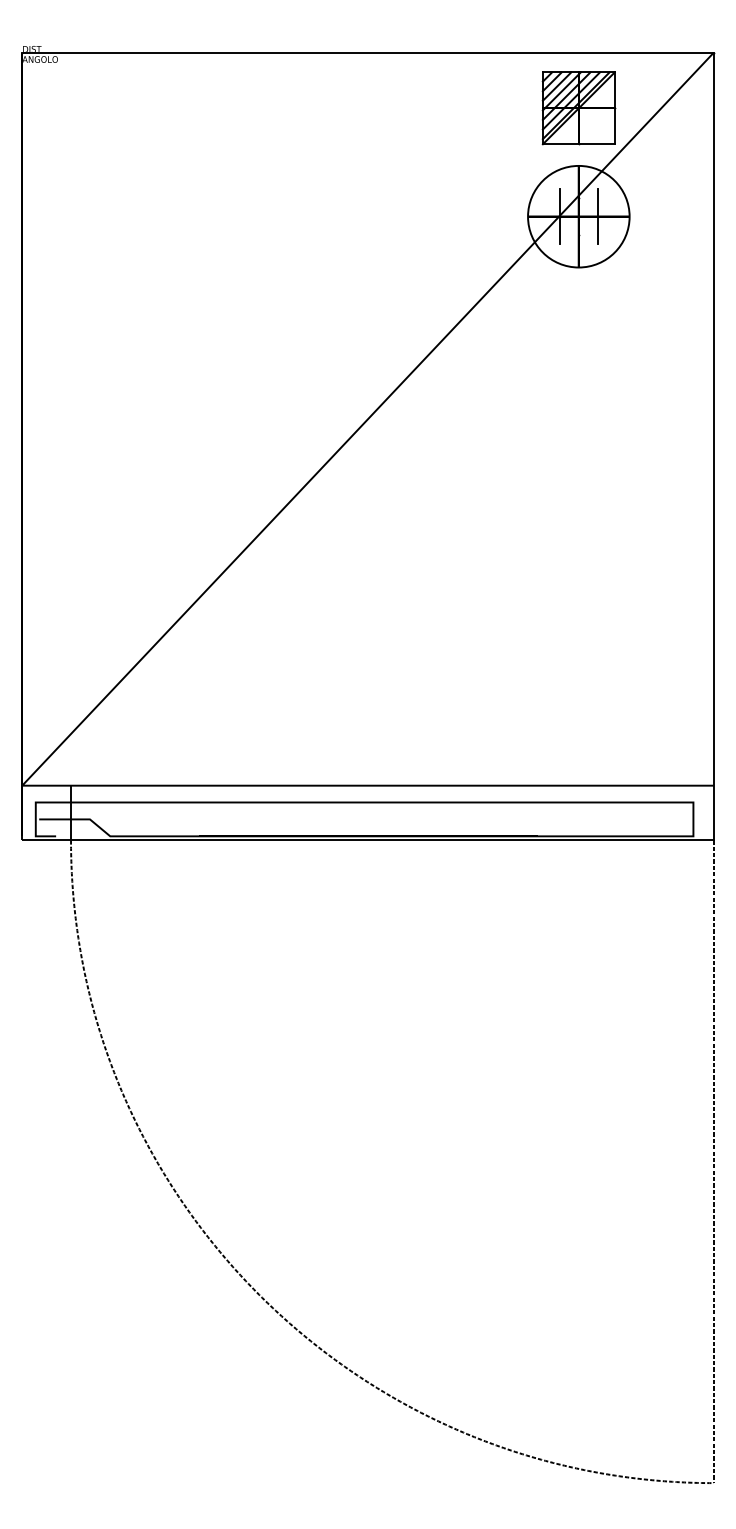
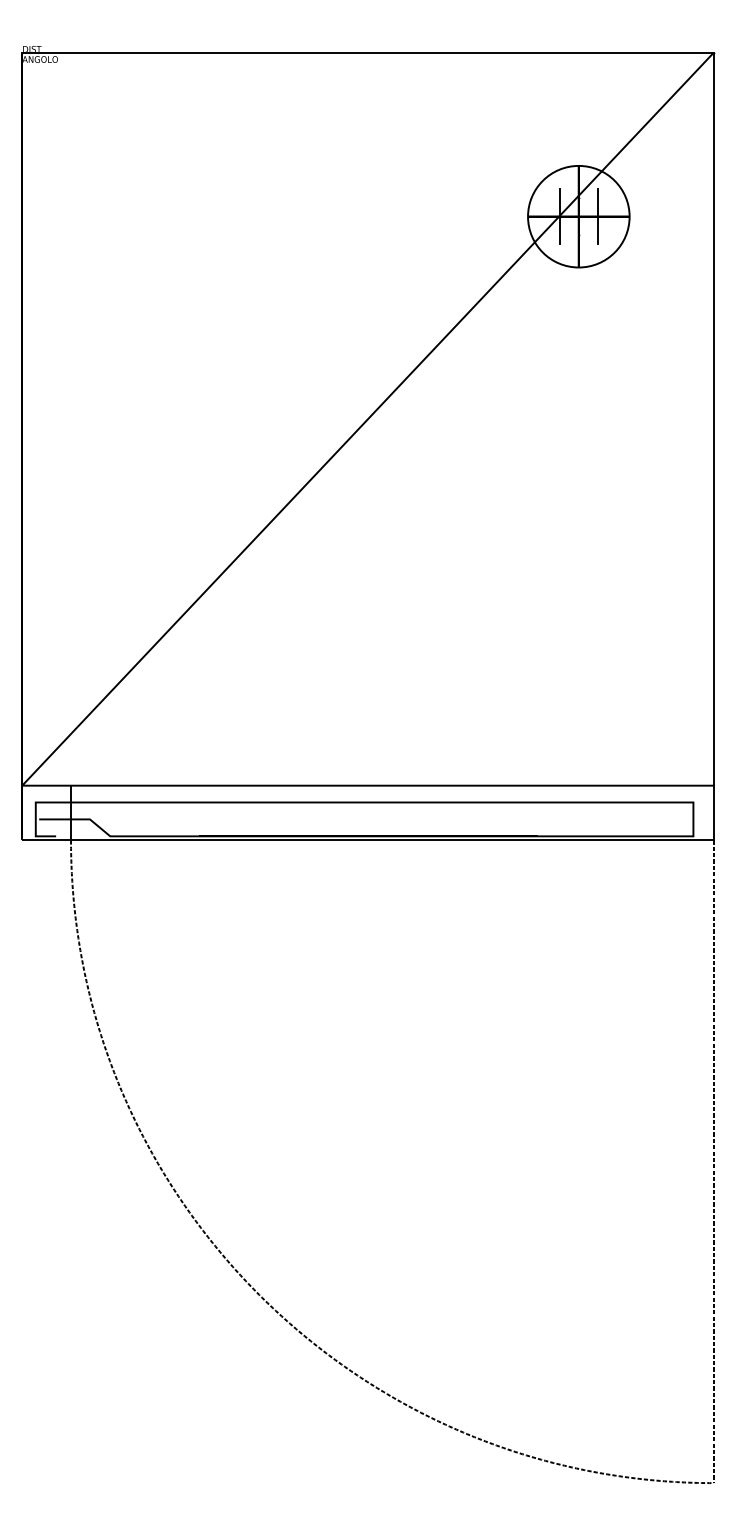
part at (578, 108): present -> none
